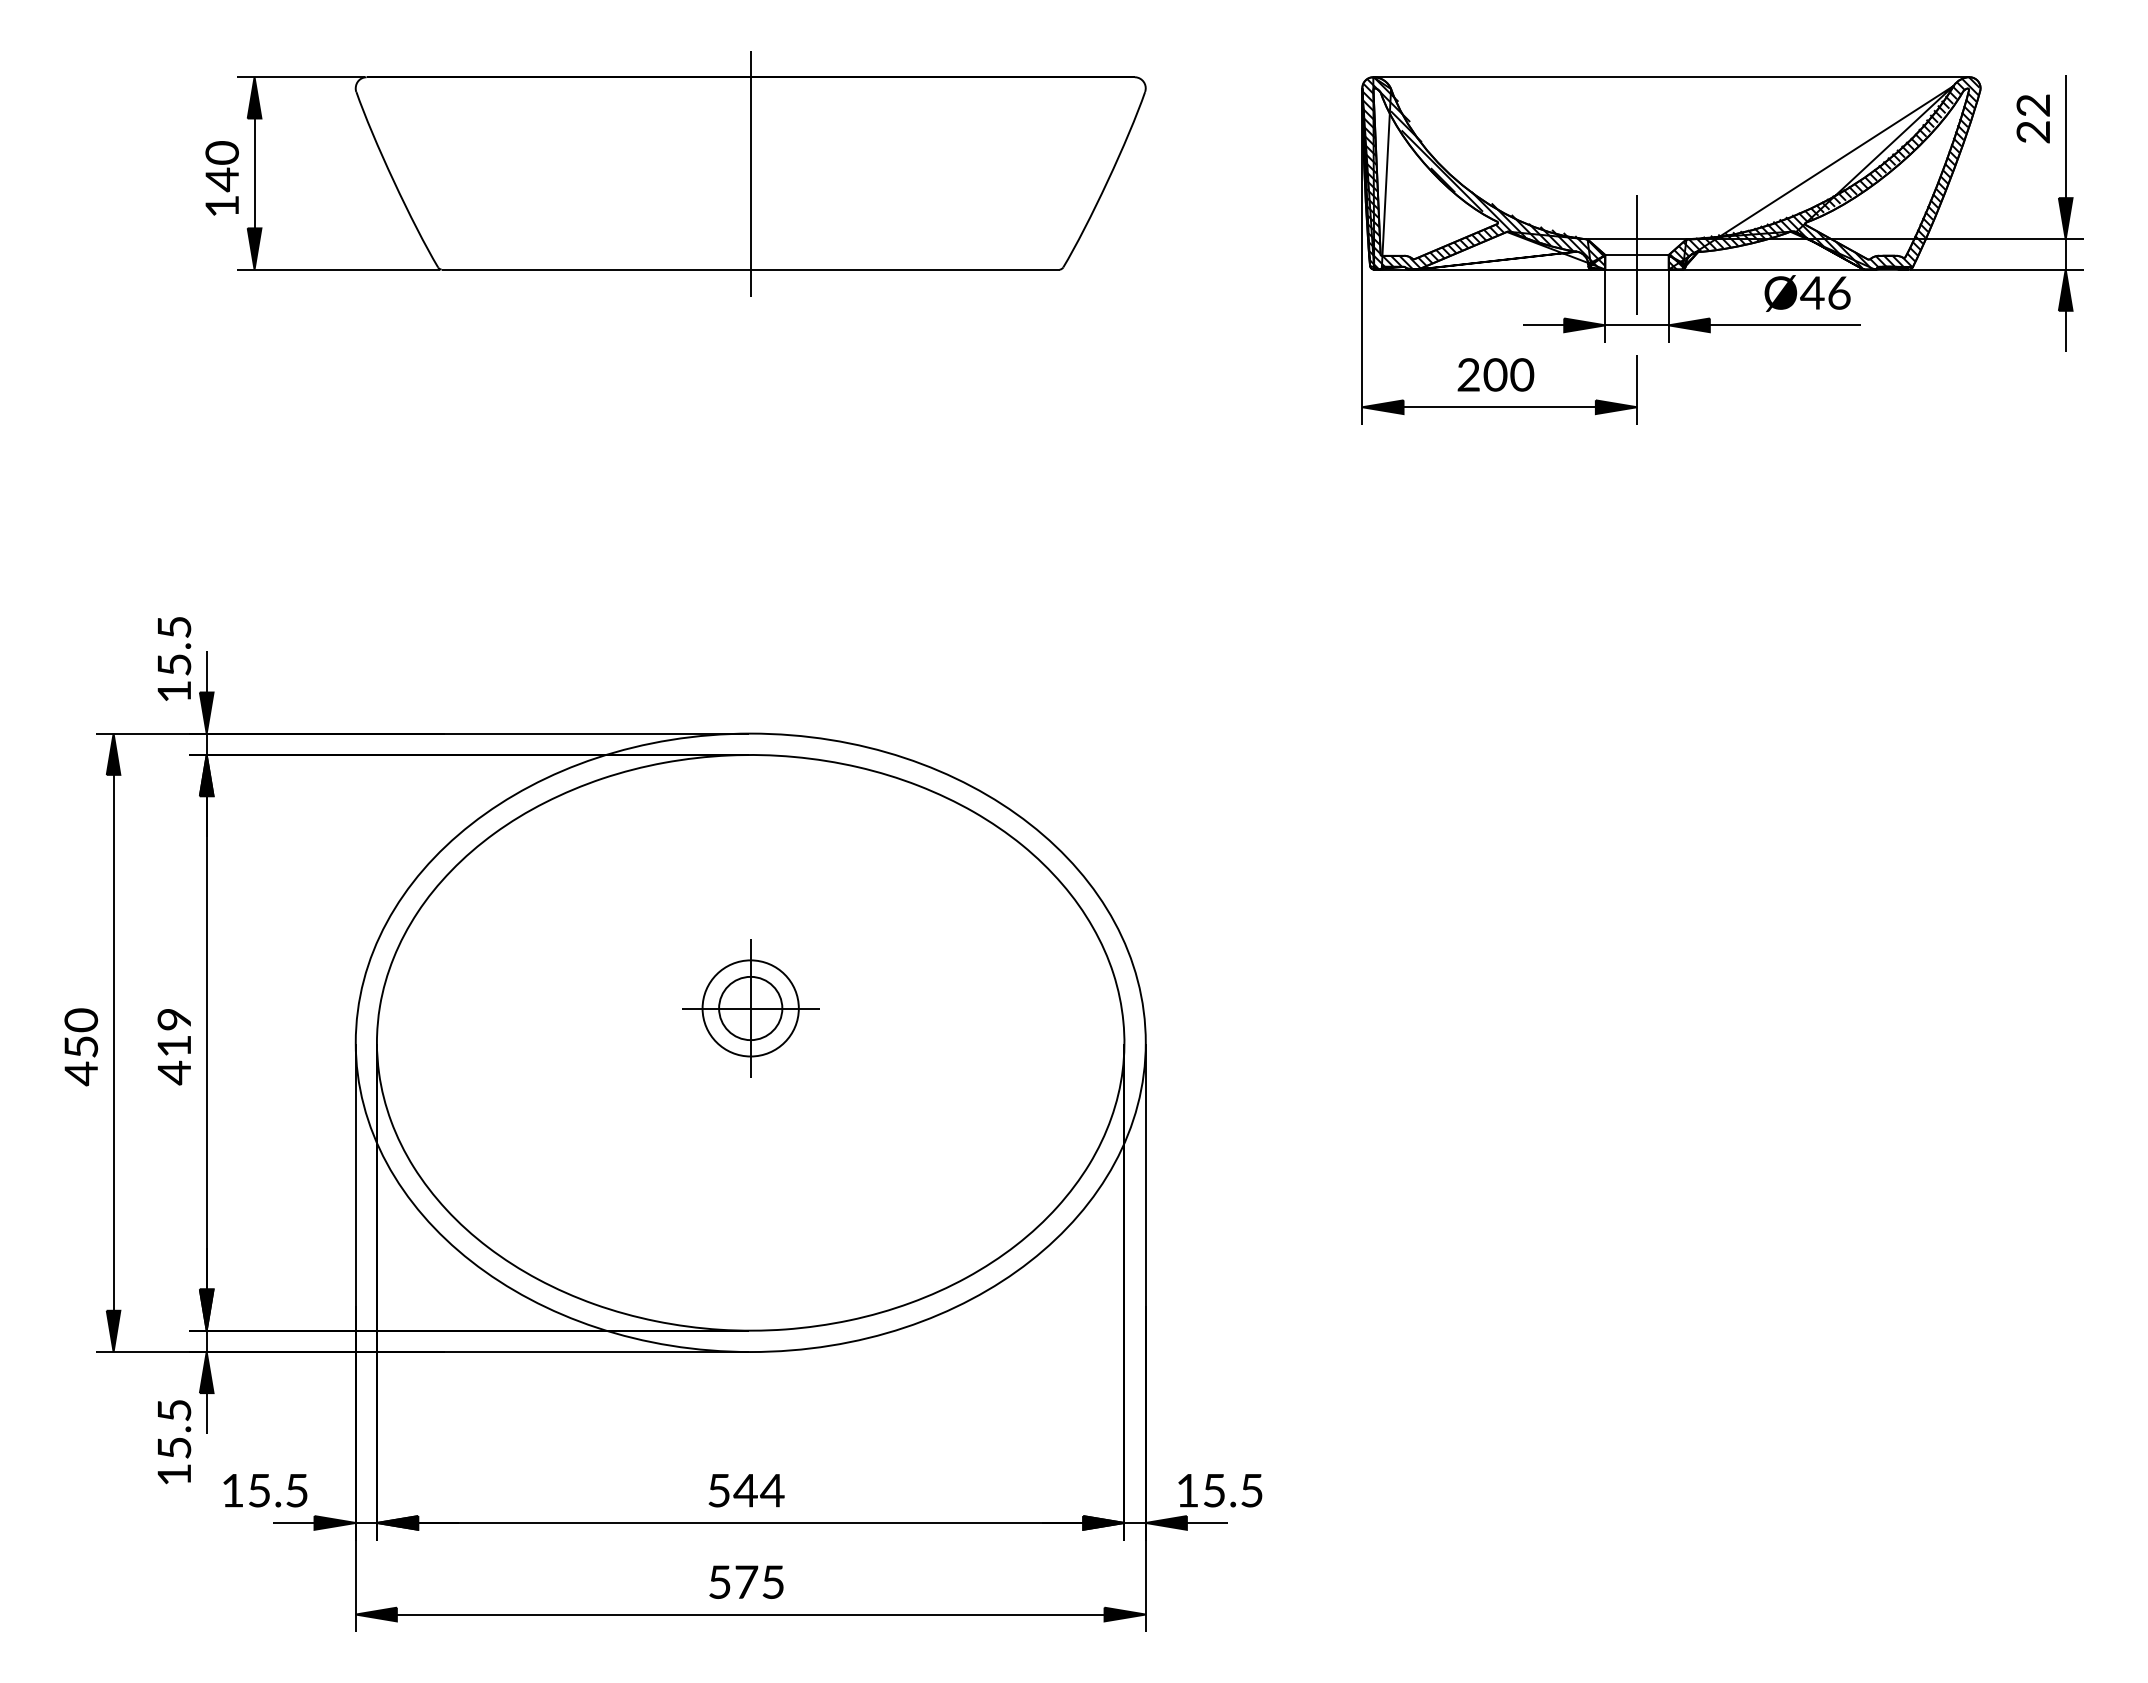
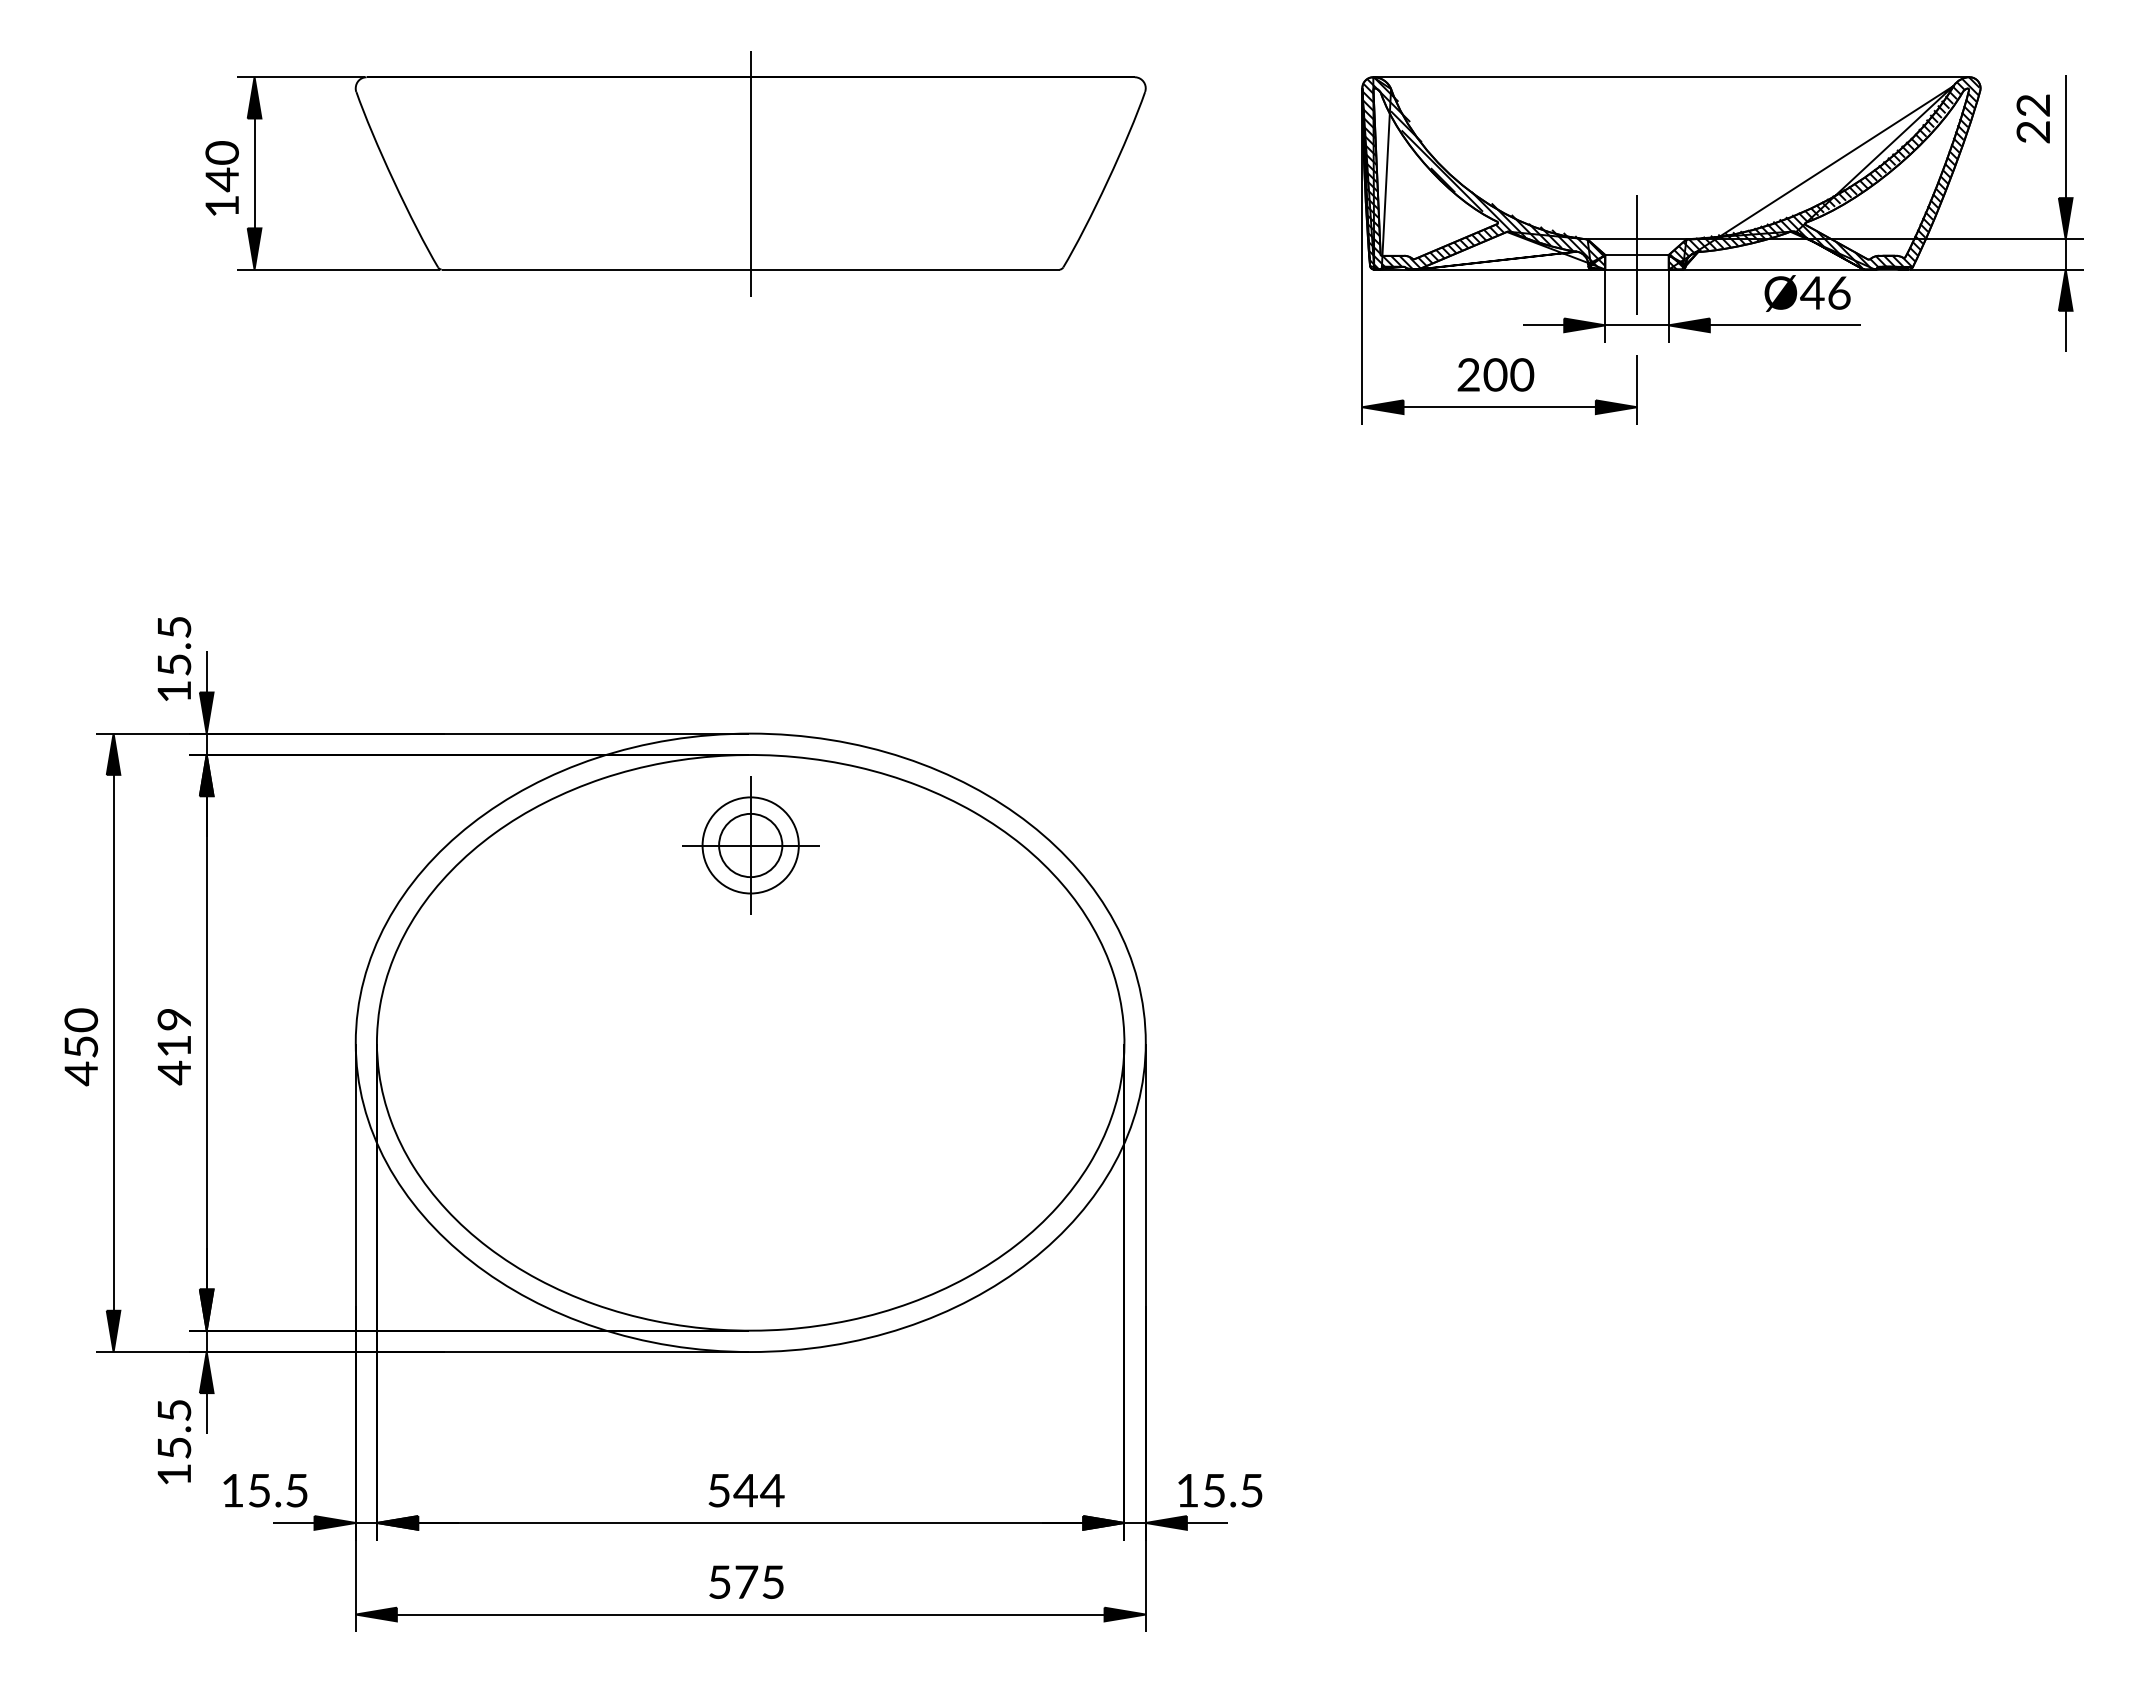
part at (750, 1008) position: (750, 1008) -> (750, 845)
